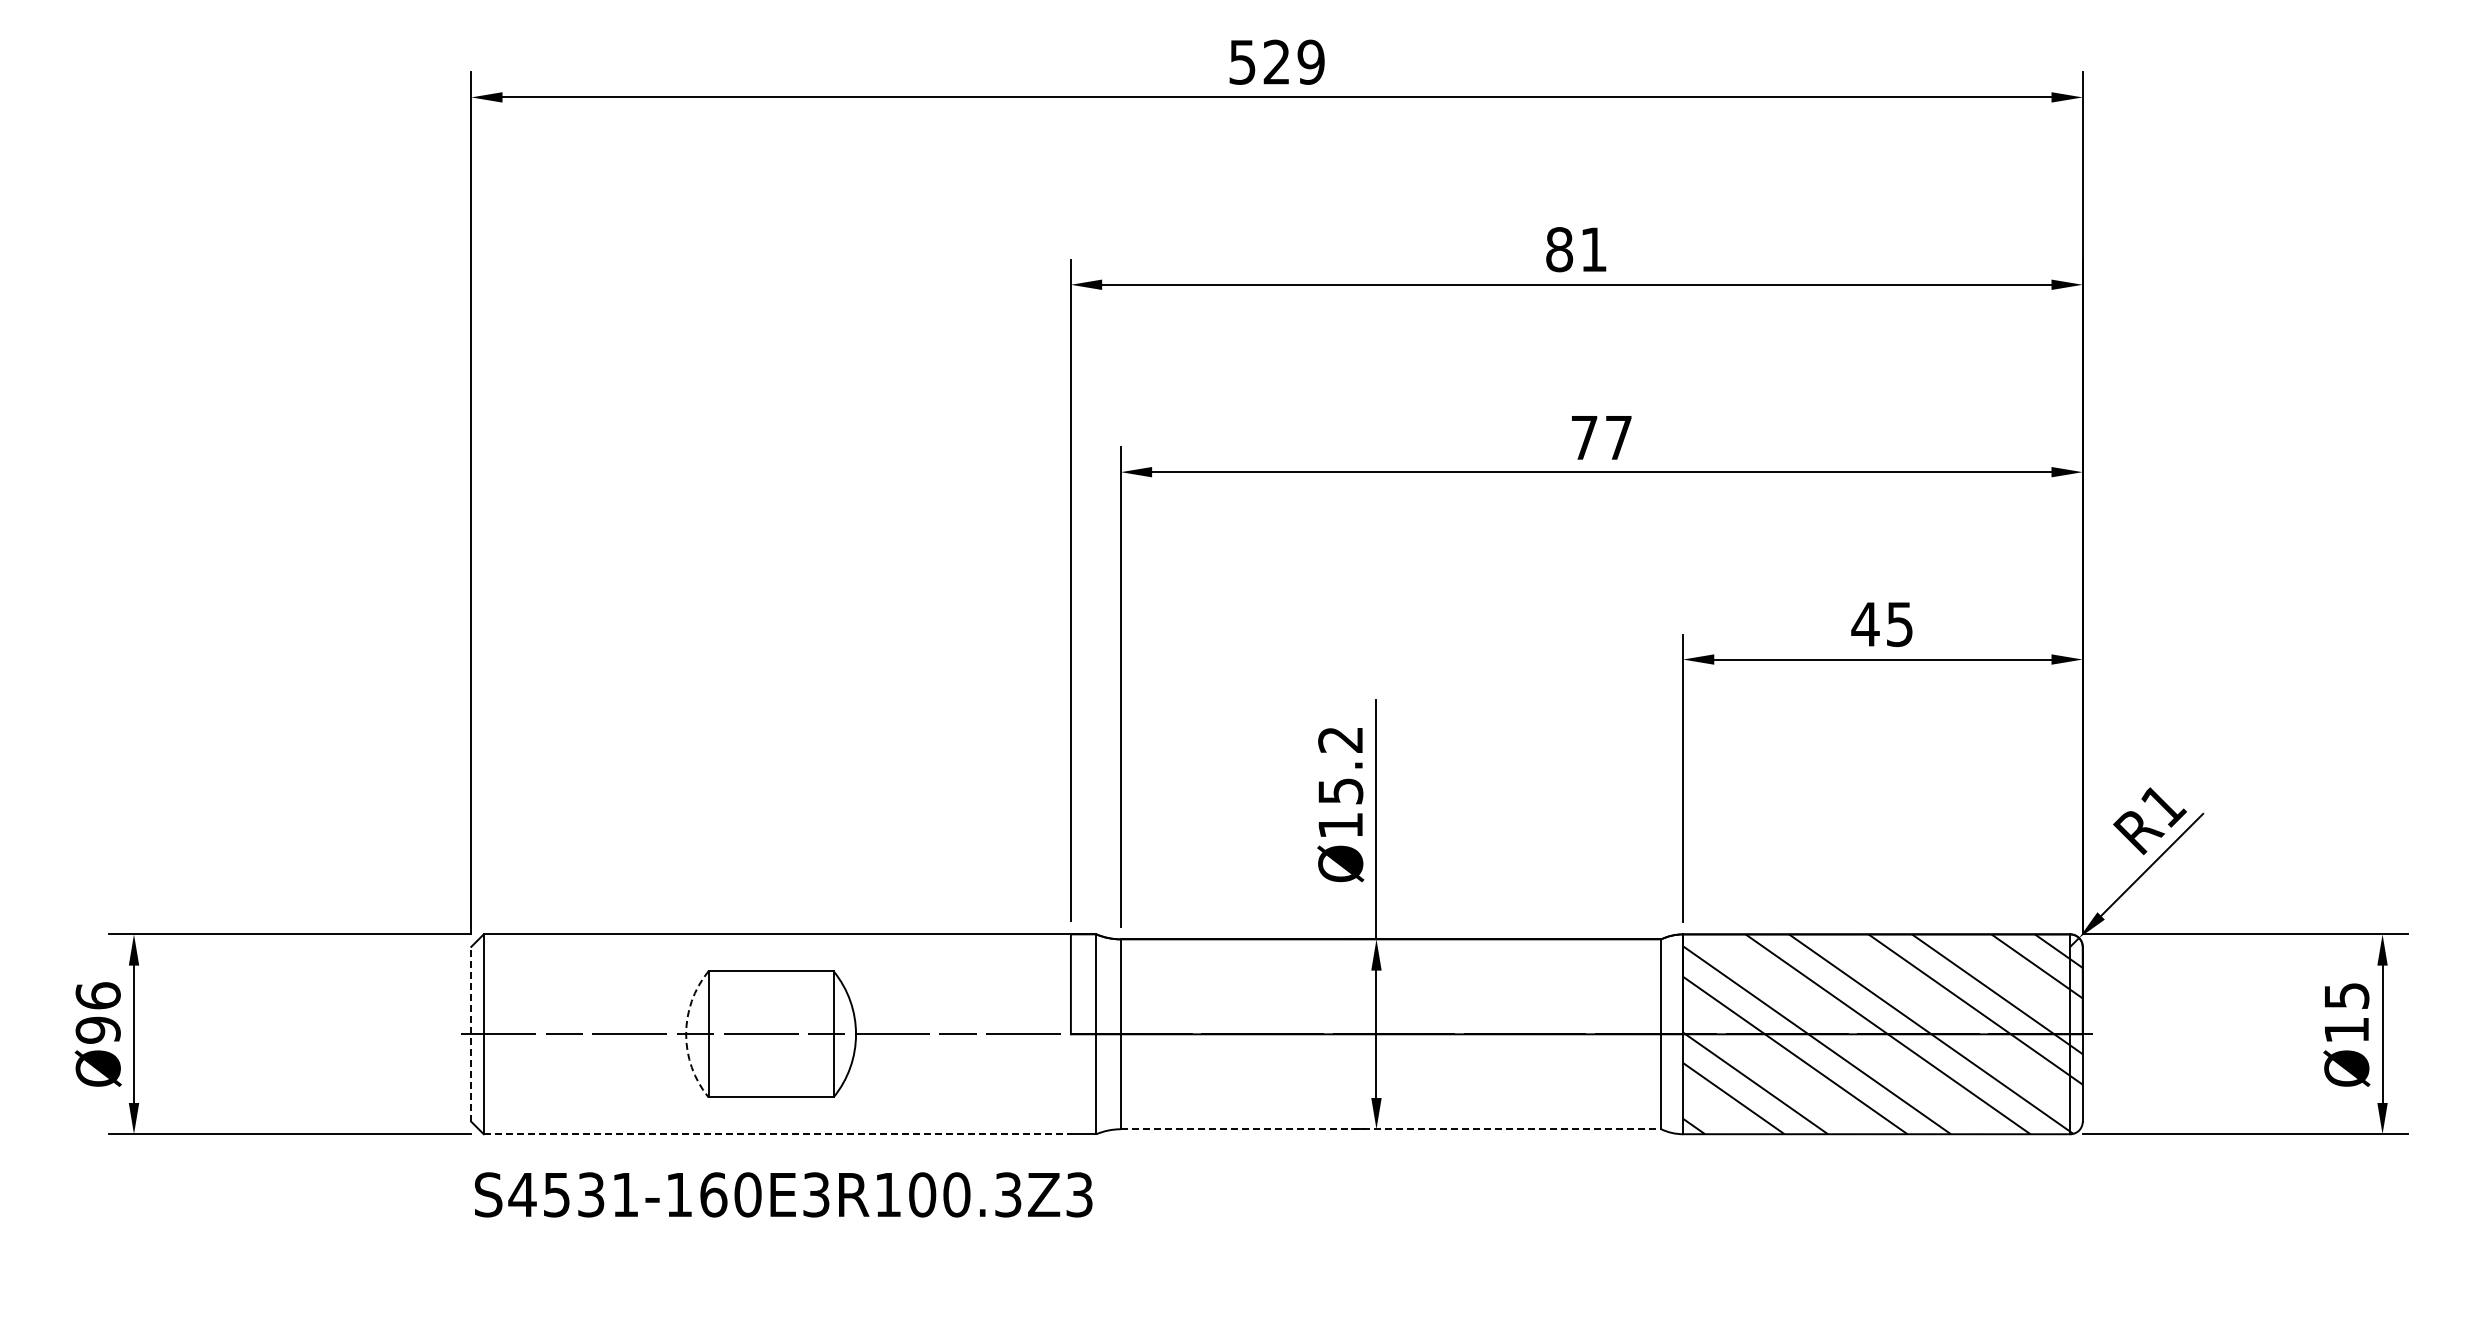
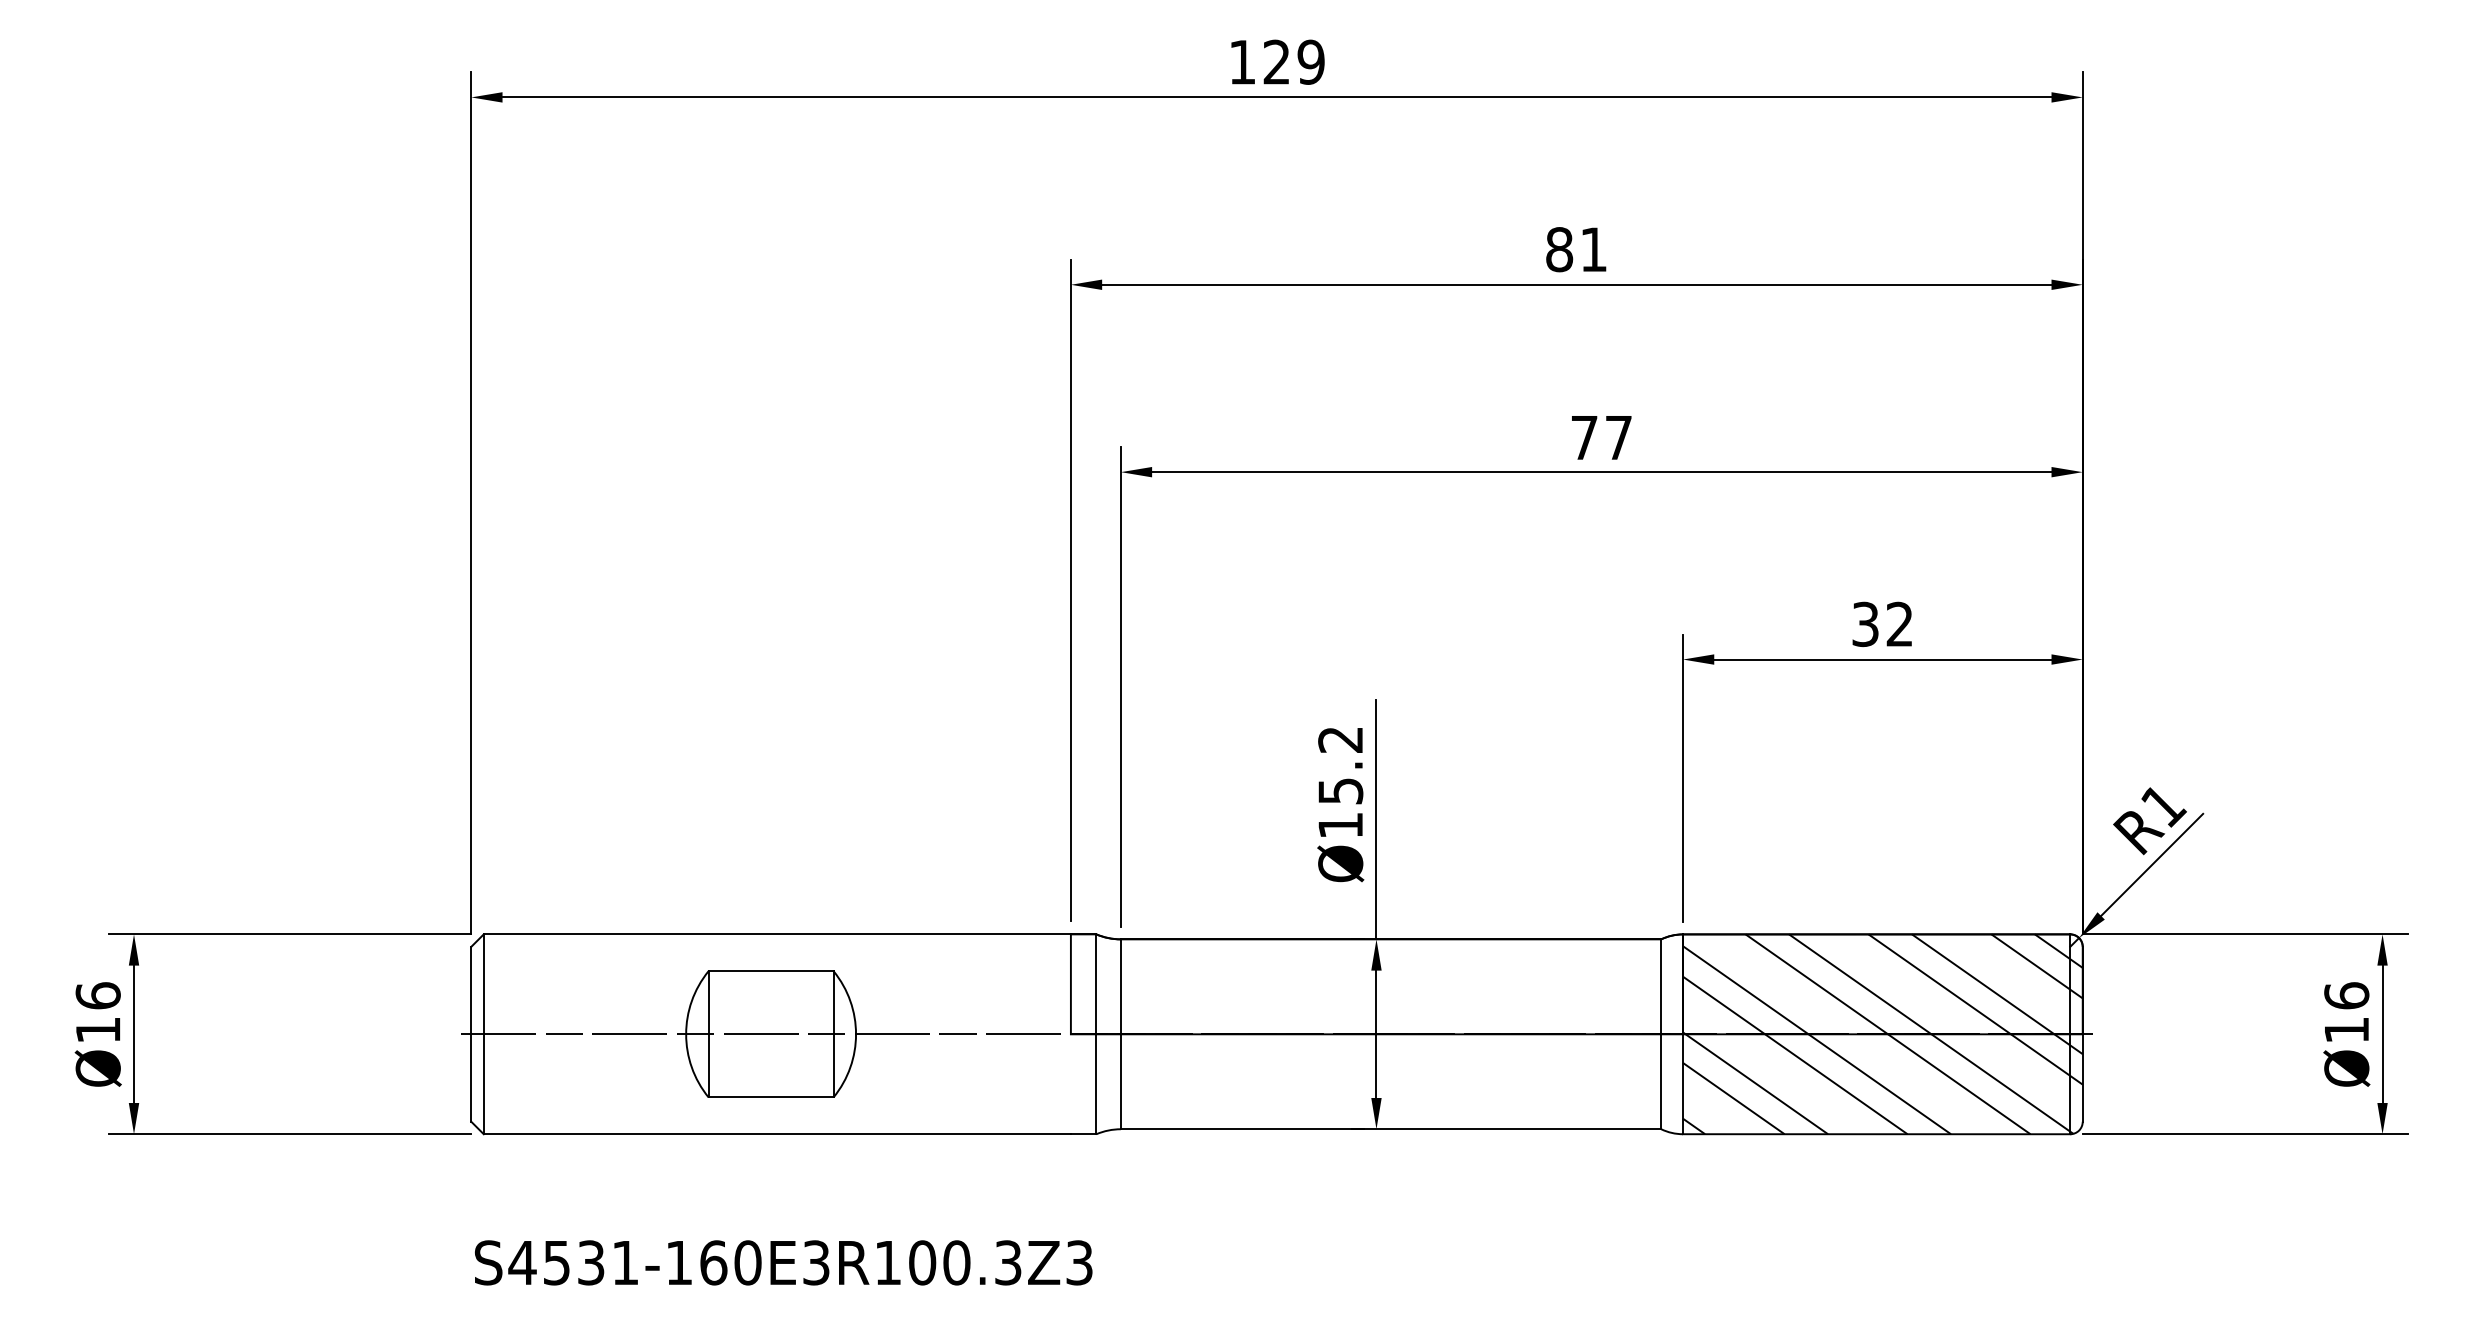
text at (1242, 62): 529 -> 129
text at (1881, 624): 45 -> 32
text at (2346, 995): Ø15 -> Ø16
text at (97, 1029): Ø96 -> Ø16
line at (471, 1033): dashed -> solid
arc at (686, 1034): dashed -> solid
line at (1391, 1129): dashed -> solid
line at (777, 1134): dashed -> solid
text at (783, 1194) position: (783, 1194) -> (783, 1262)
